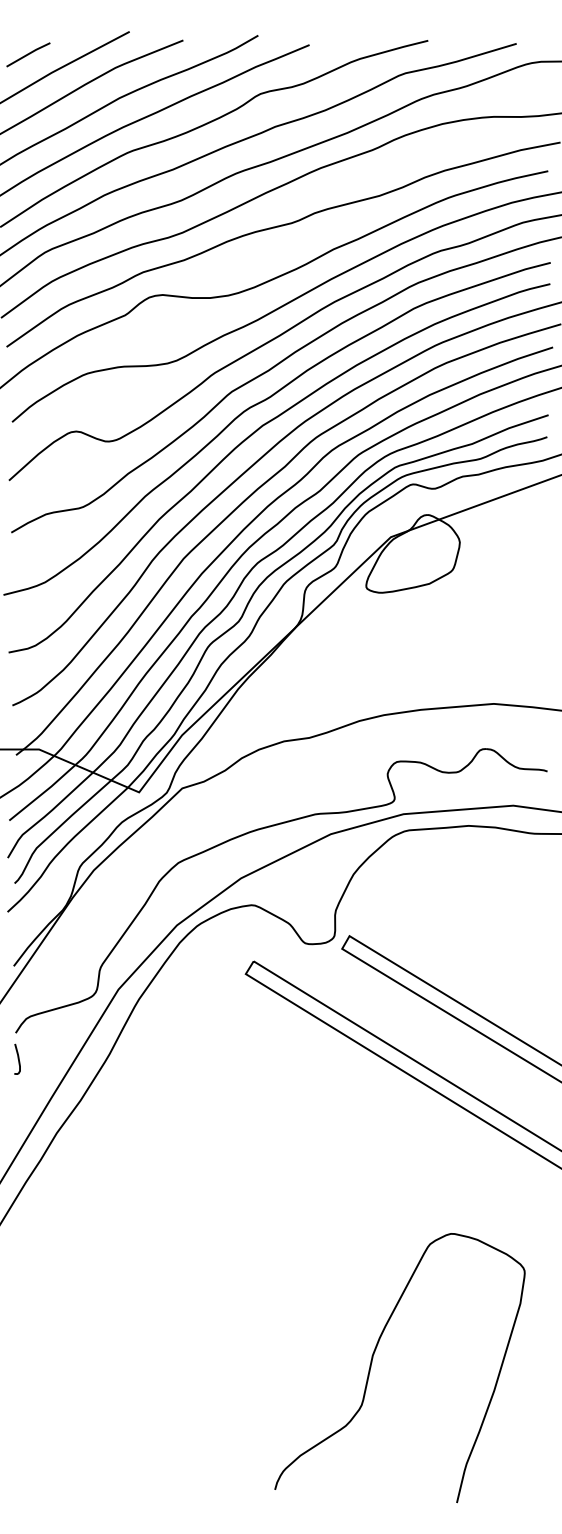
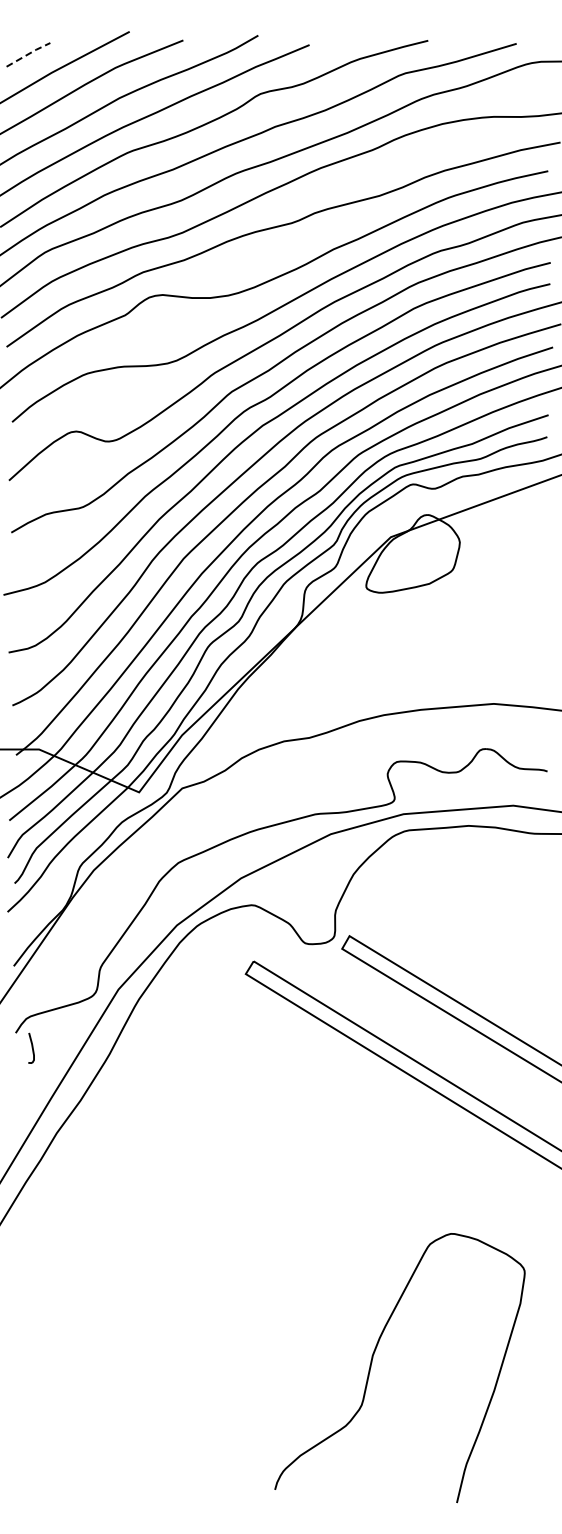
line at (28, 54): solid -> dashed
curve at (17, 1058) position: (17, 1058) -> (31, 1047)
